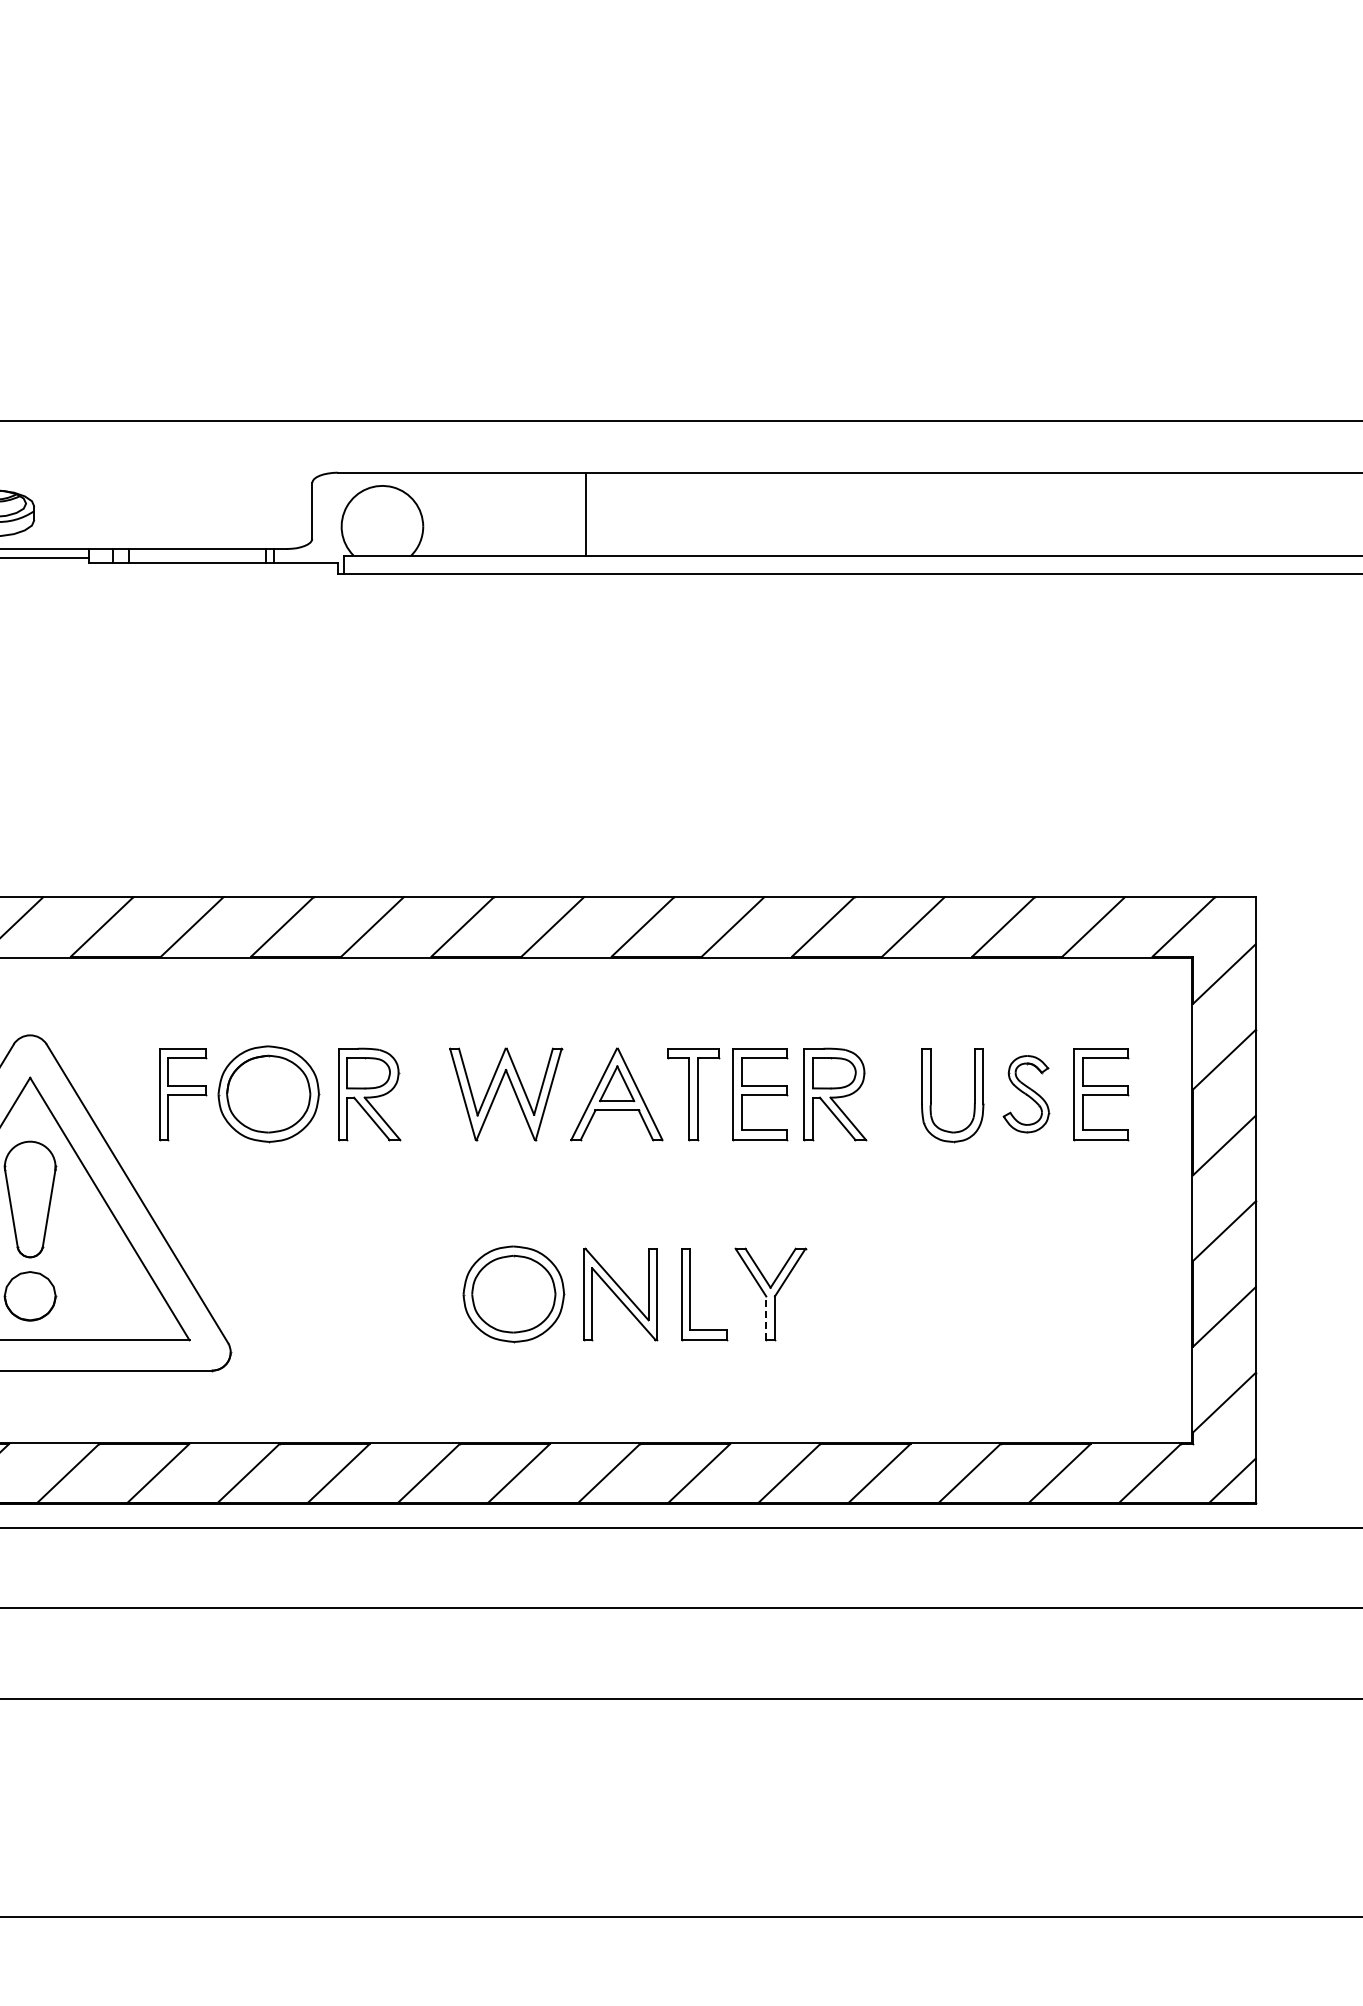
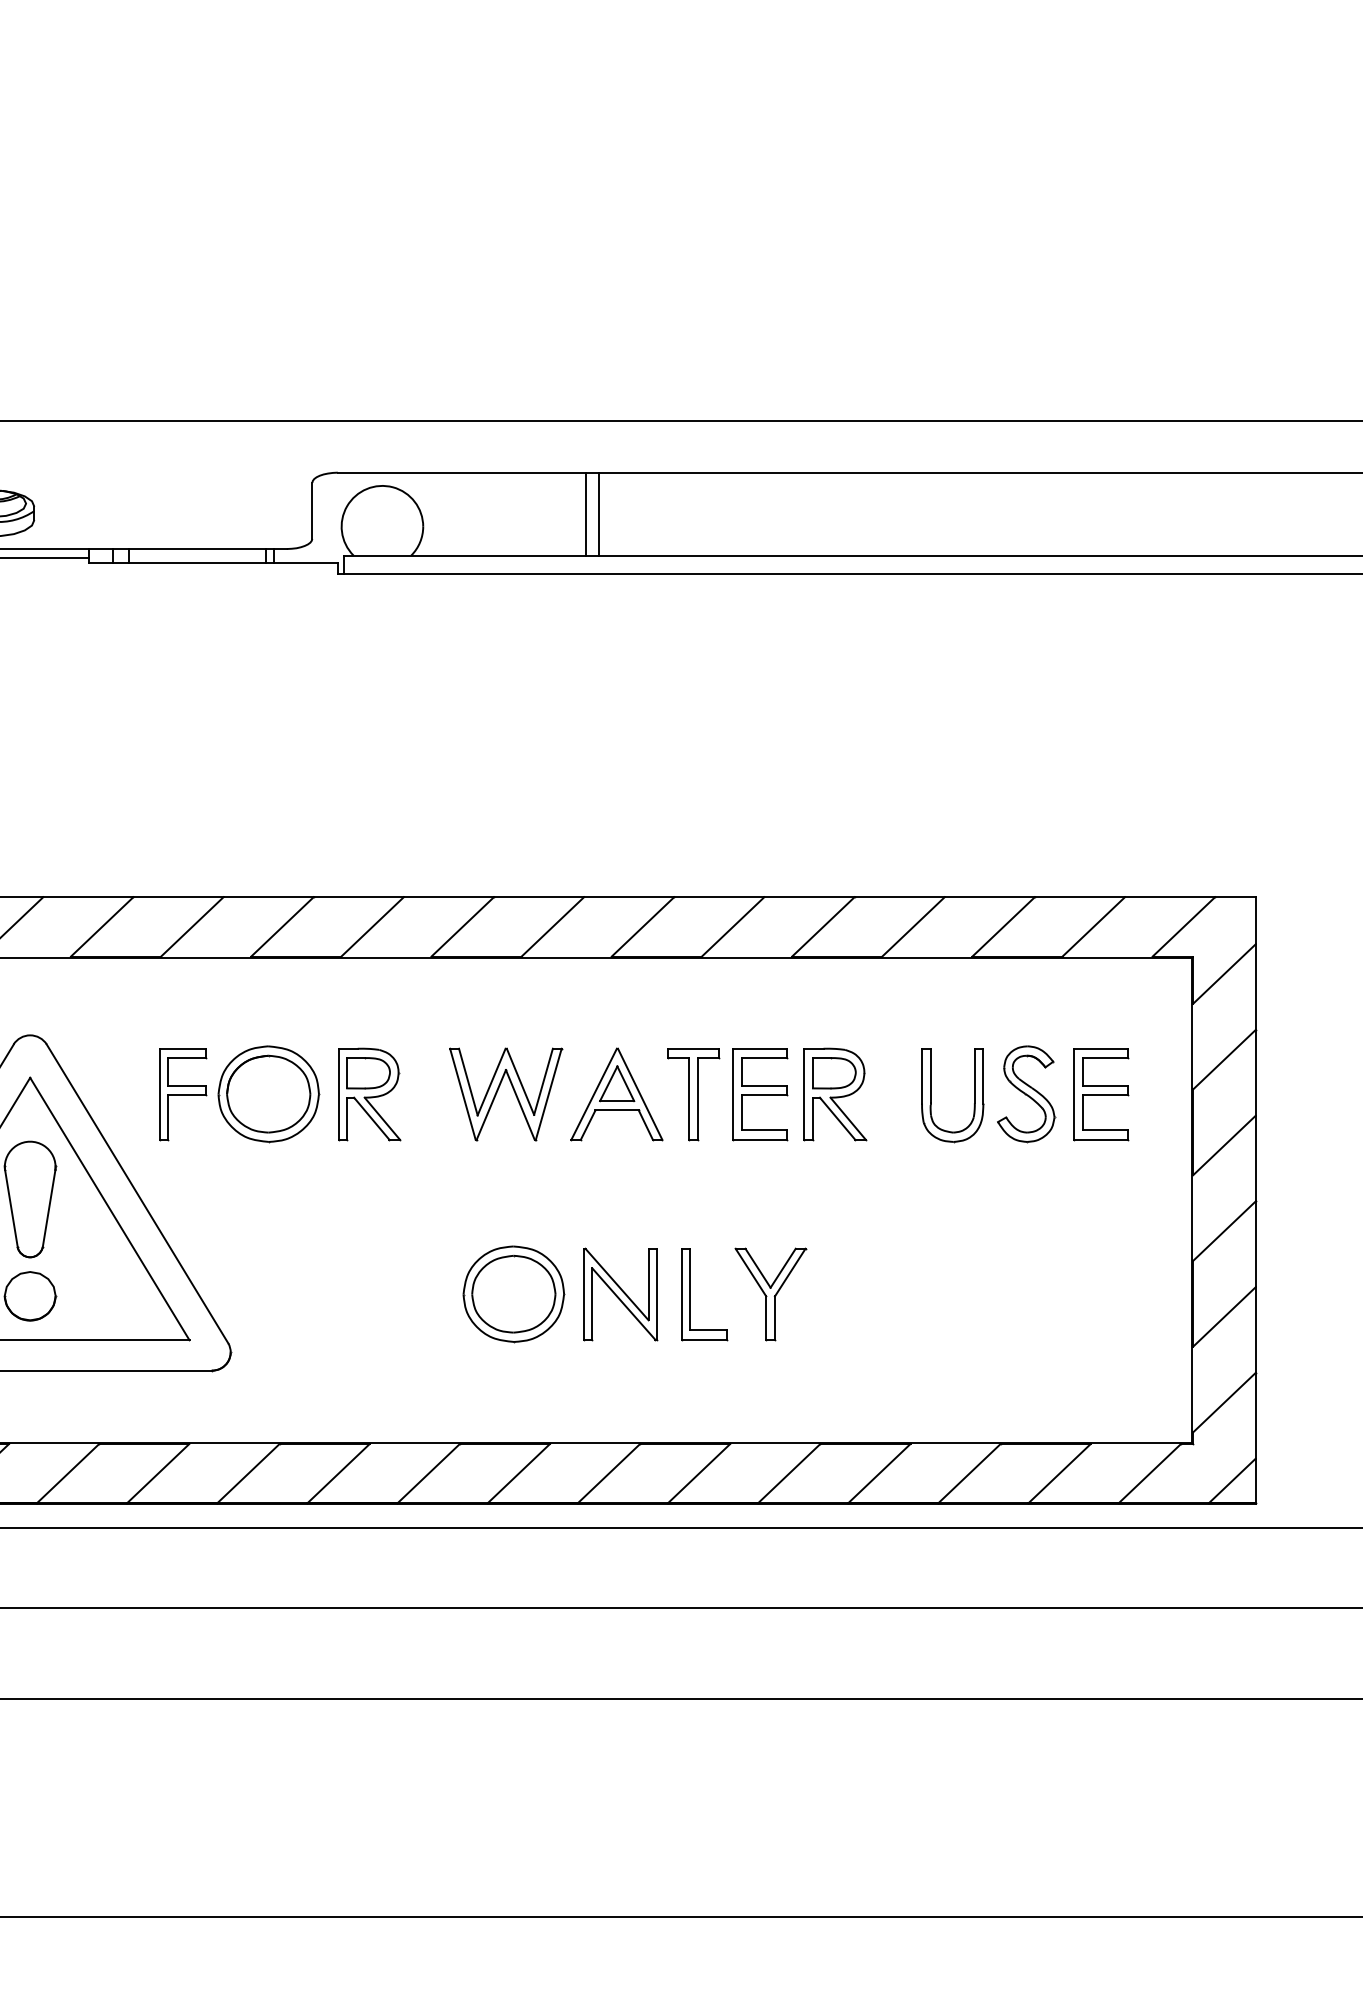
line at (599, 513): none -> present
part at (1026, 1094) size: 49x79 px -> 60x99 px
line at (766, 1318): dashed -> solid
